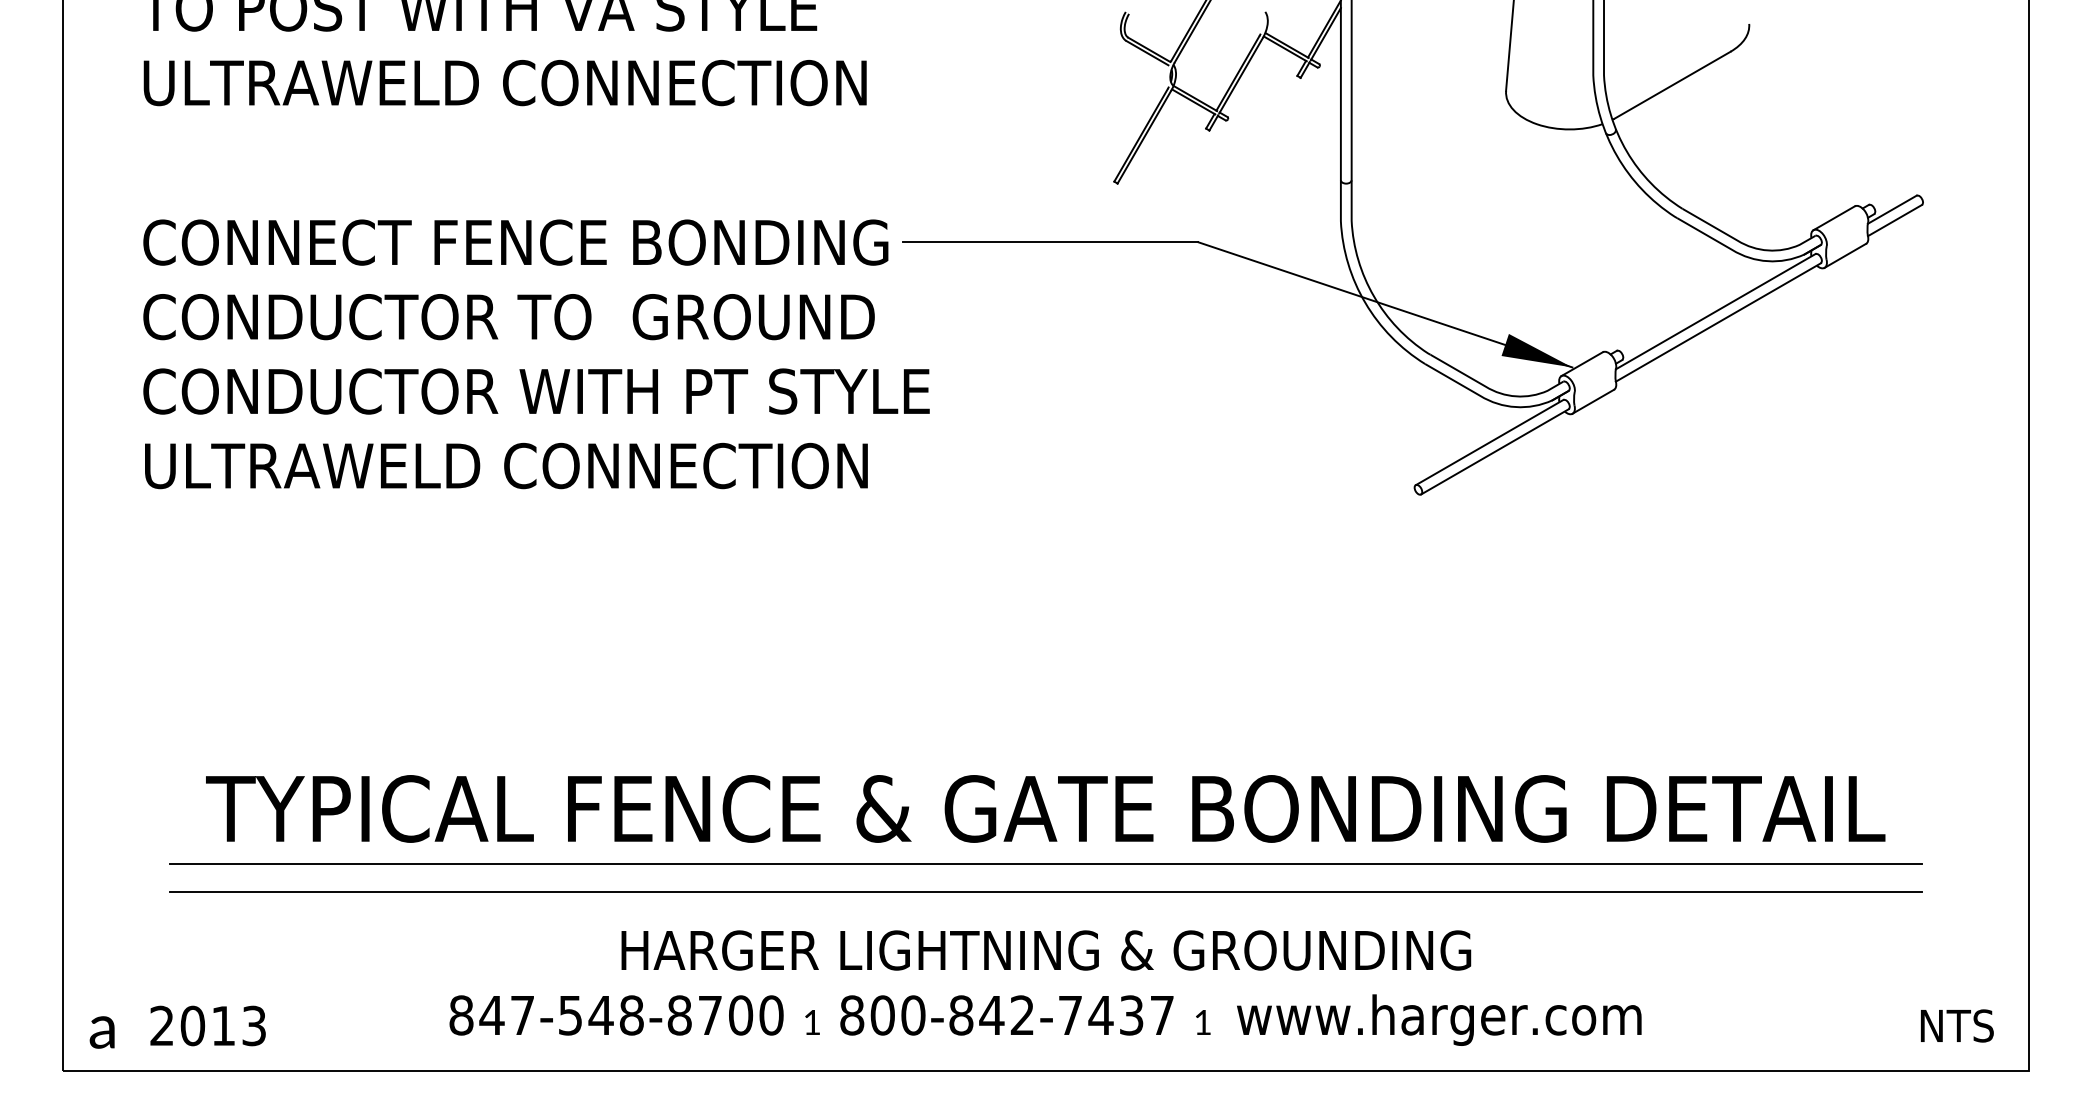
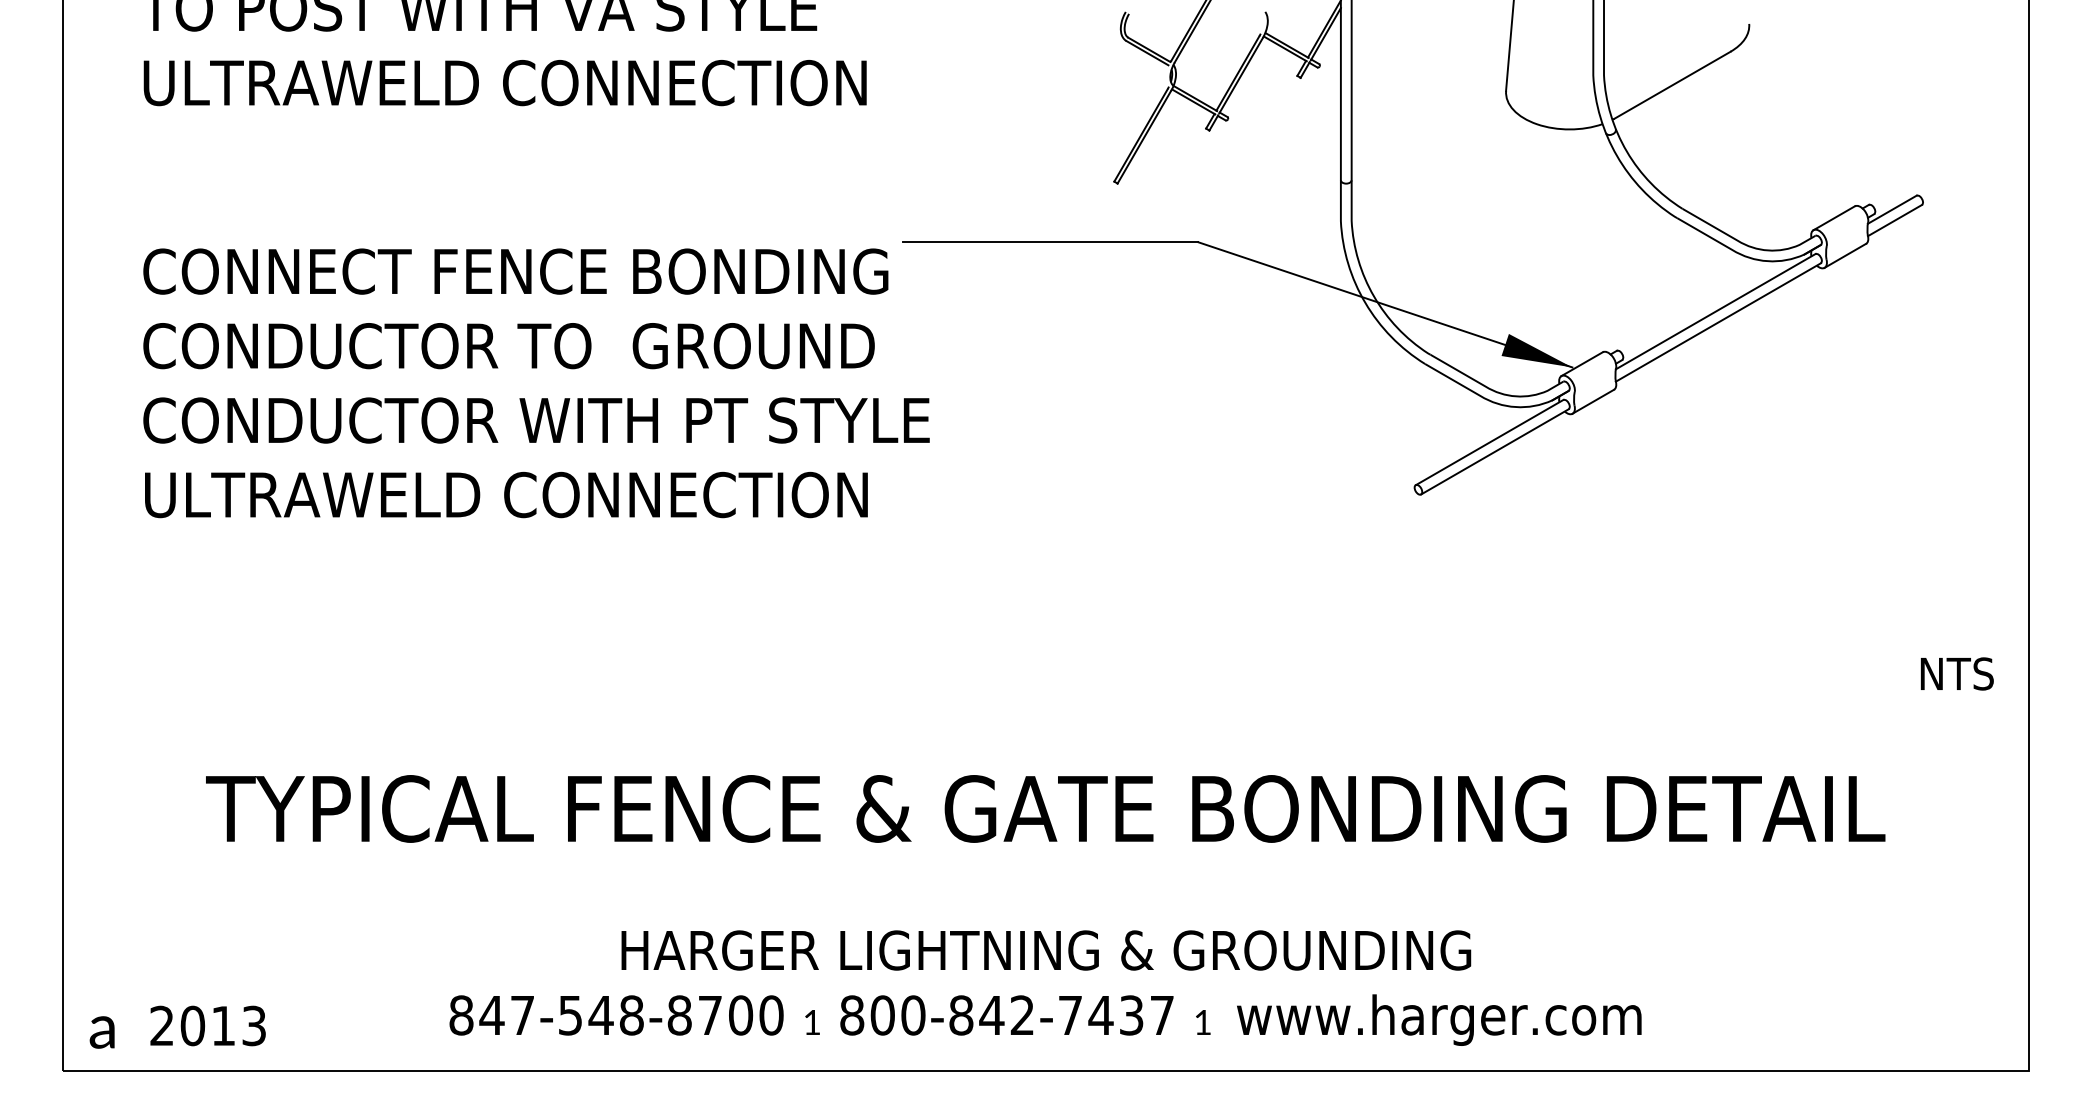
text at (536, 354) position: (536, 354) -> (536, 383)
line at (1046, 864): present -> none
line at (1046, 892): present -> none
text at (1957, 1025) position: (1957, 1025) -> (1957, 673)
